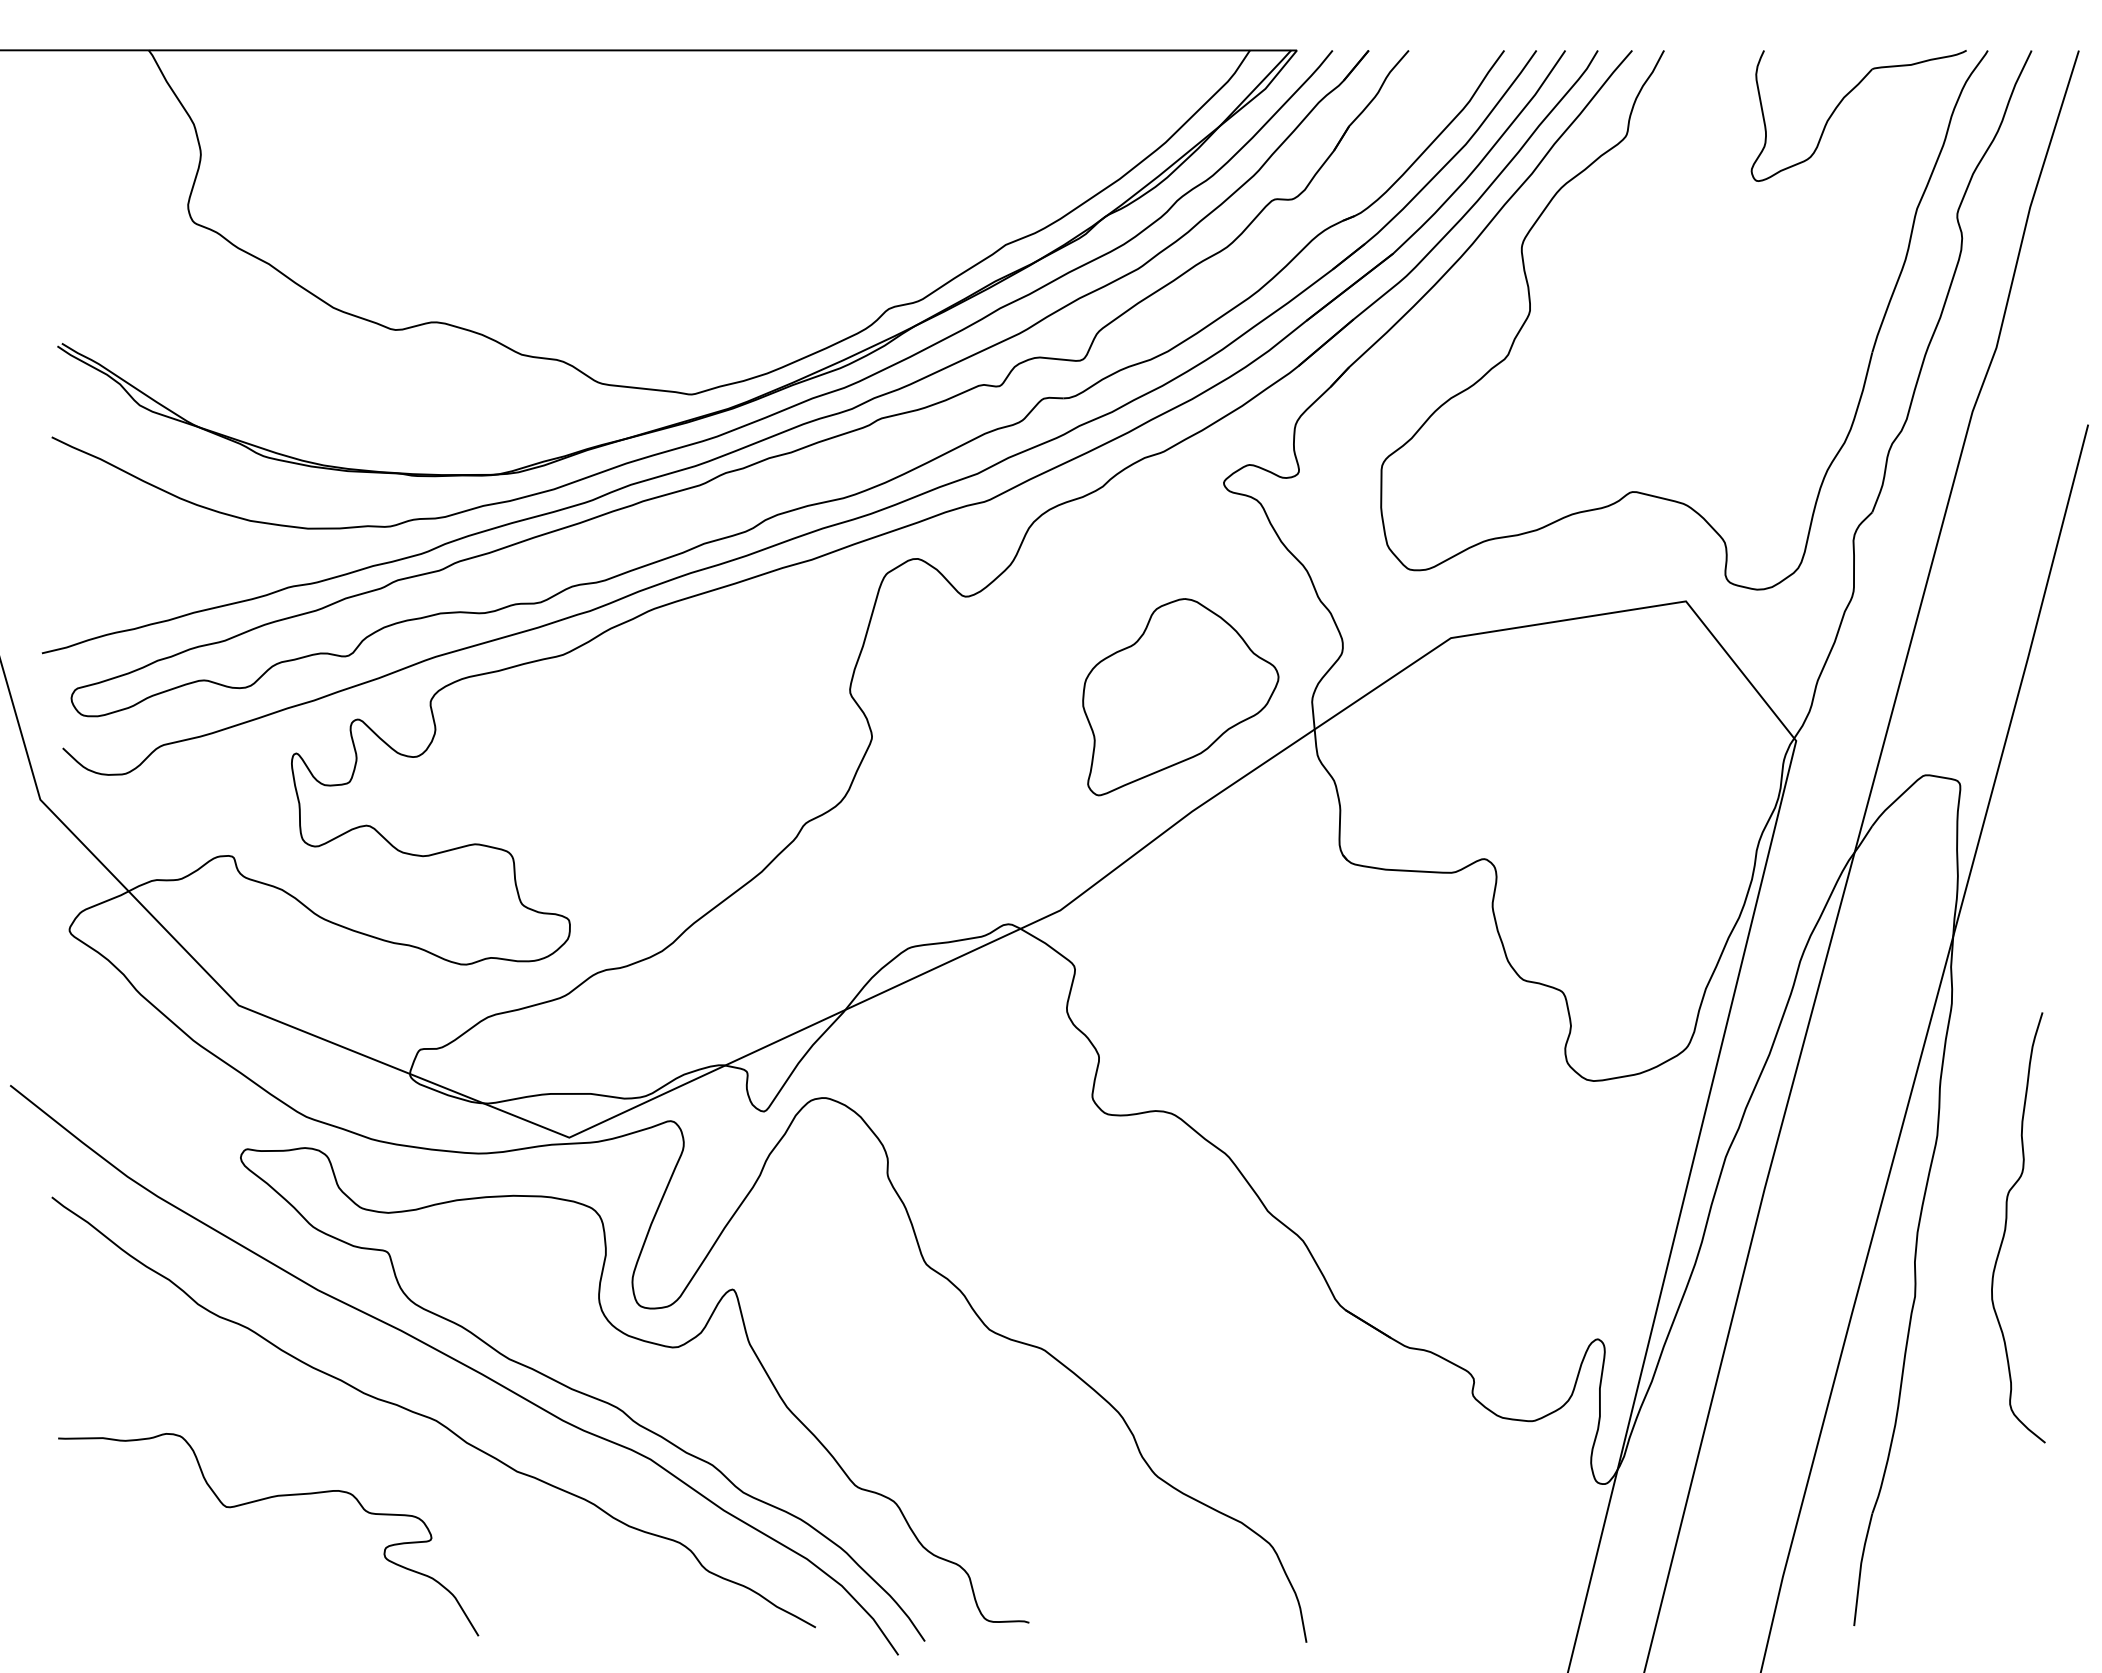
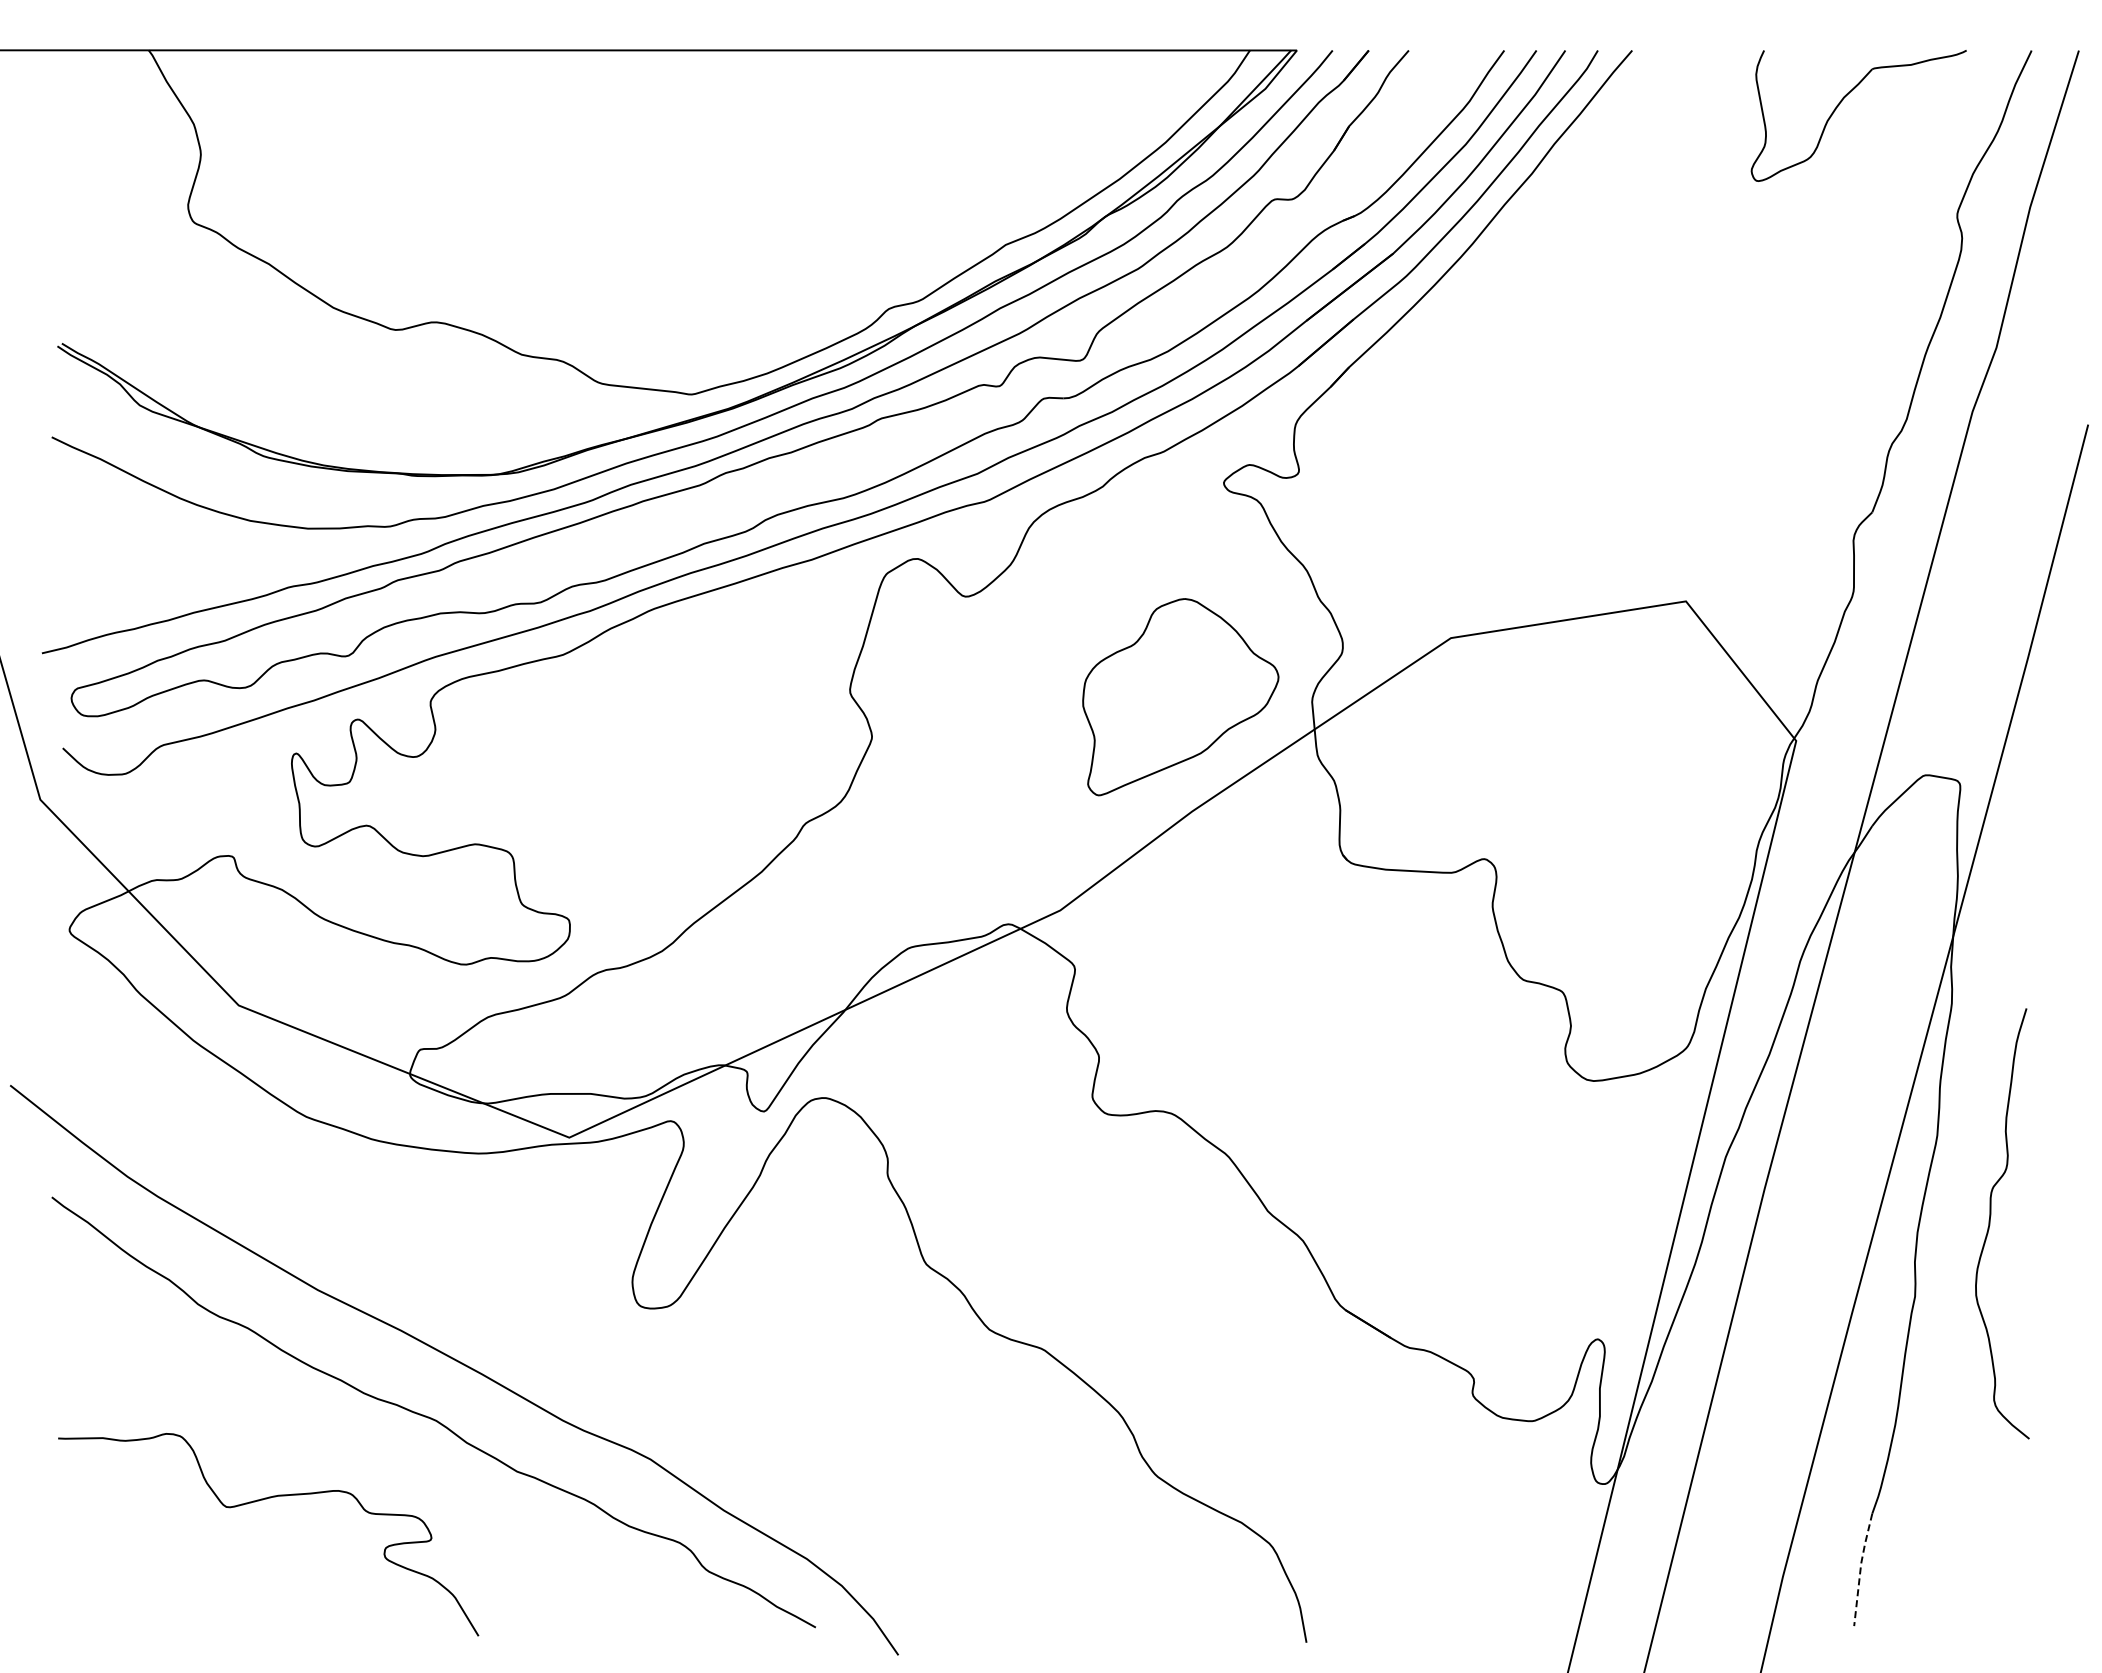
part at (1530, 313): present -> none
curve at (2006, 1227) position: (2006, 1227) -> (1990, 1223)
curve at (623, 1410): present -> none
line at (1860, 1568): solid -> dashed
